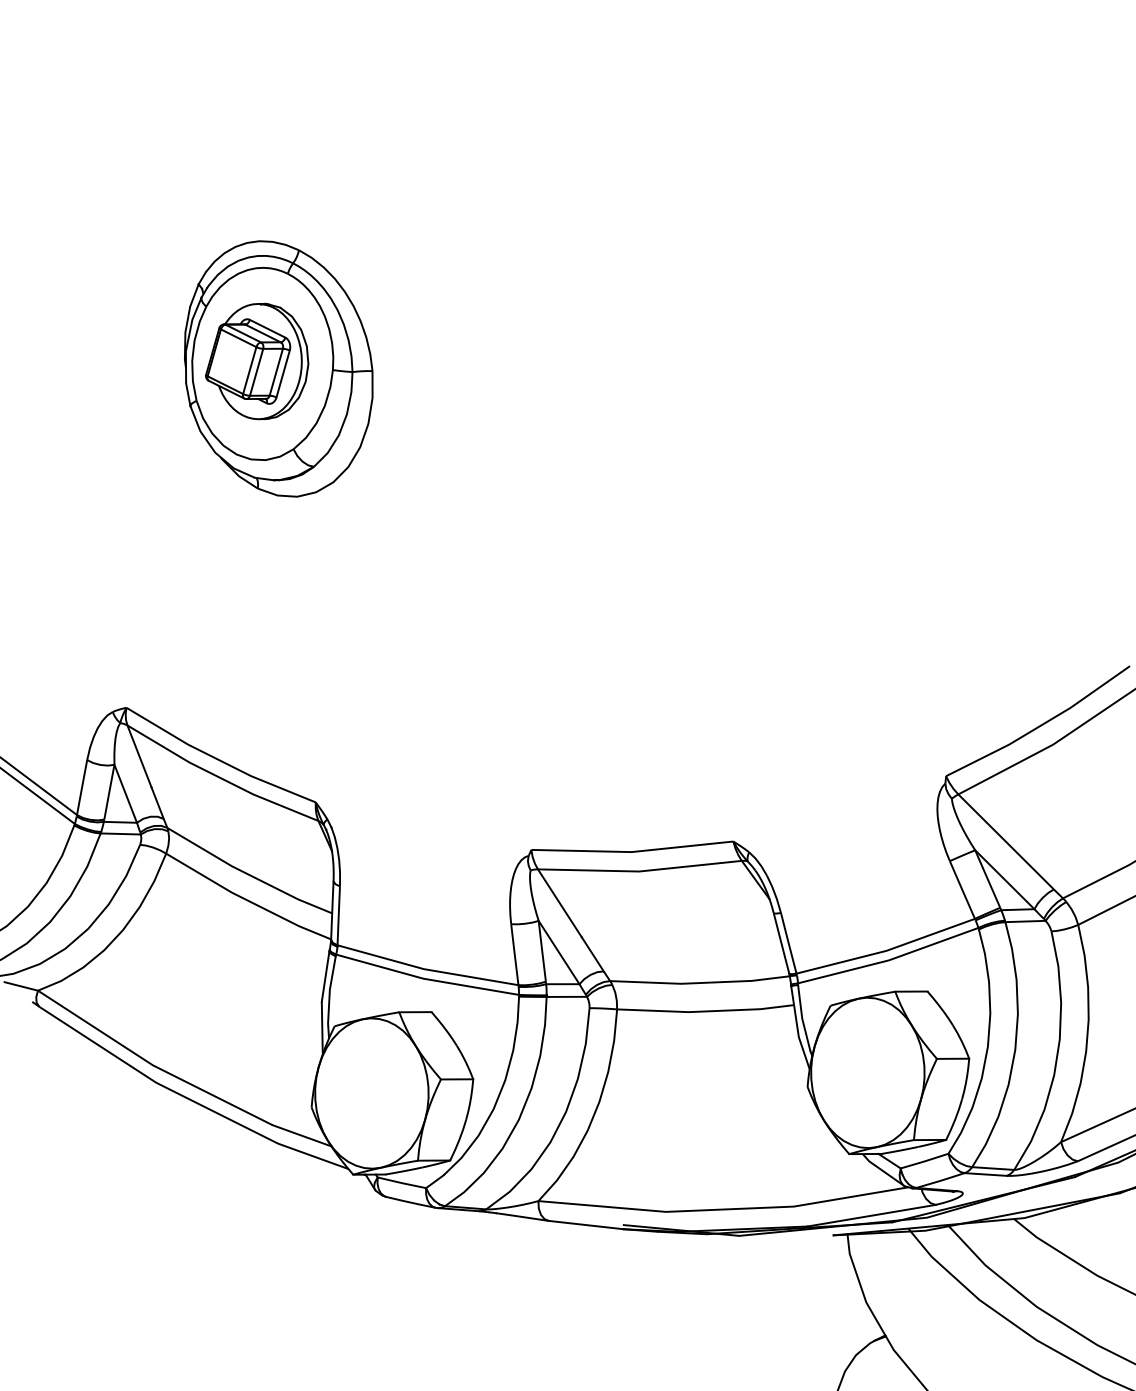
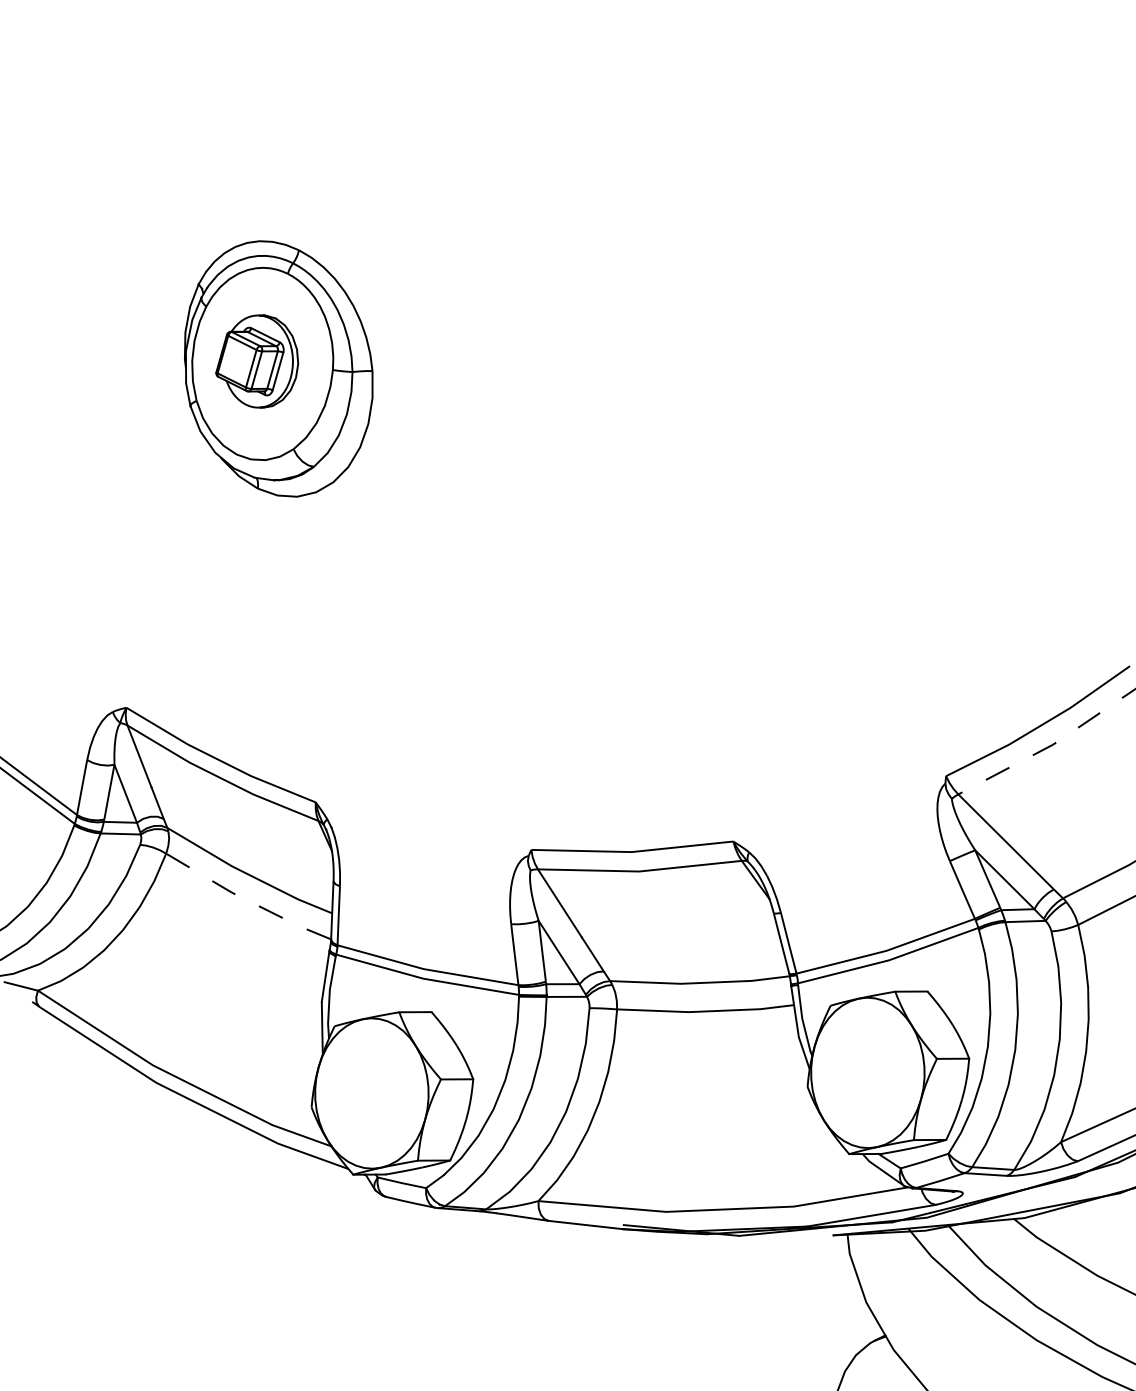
part at (257, 361) size: 105x119 px -> 85x95 px
line at (1049, 746): solid -> dashed
line at (246, 900): solid -> dashed
